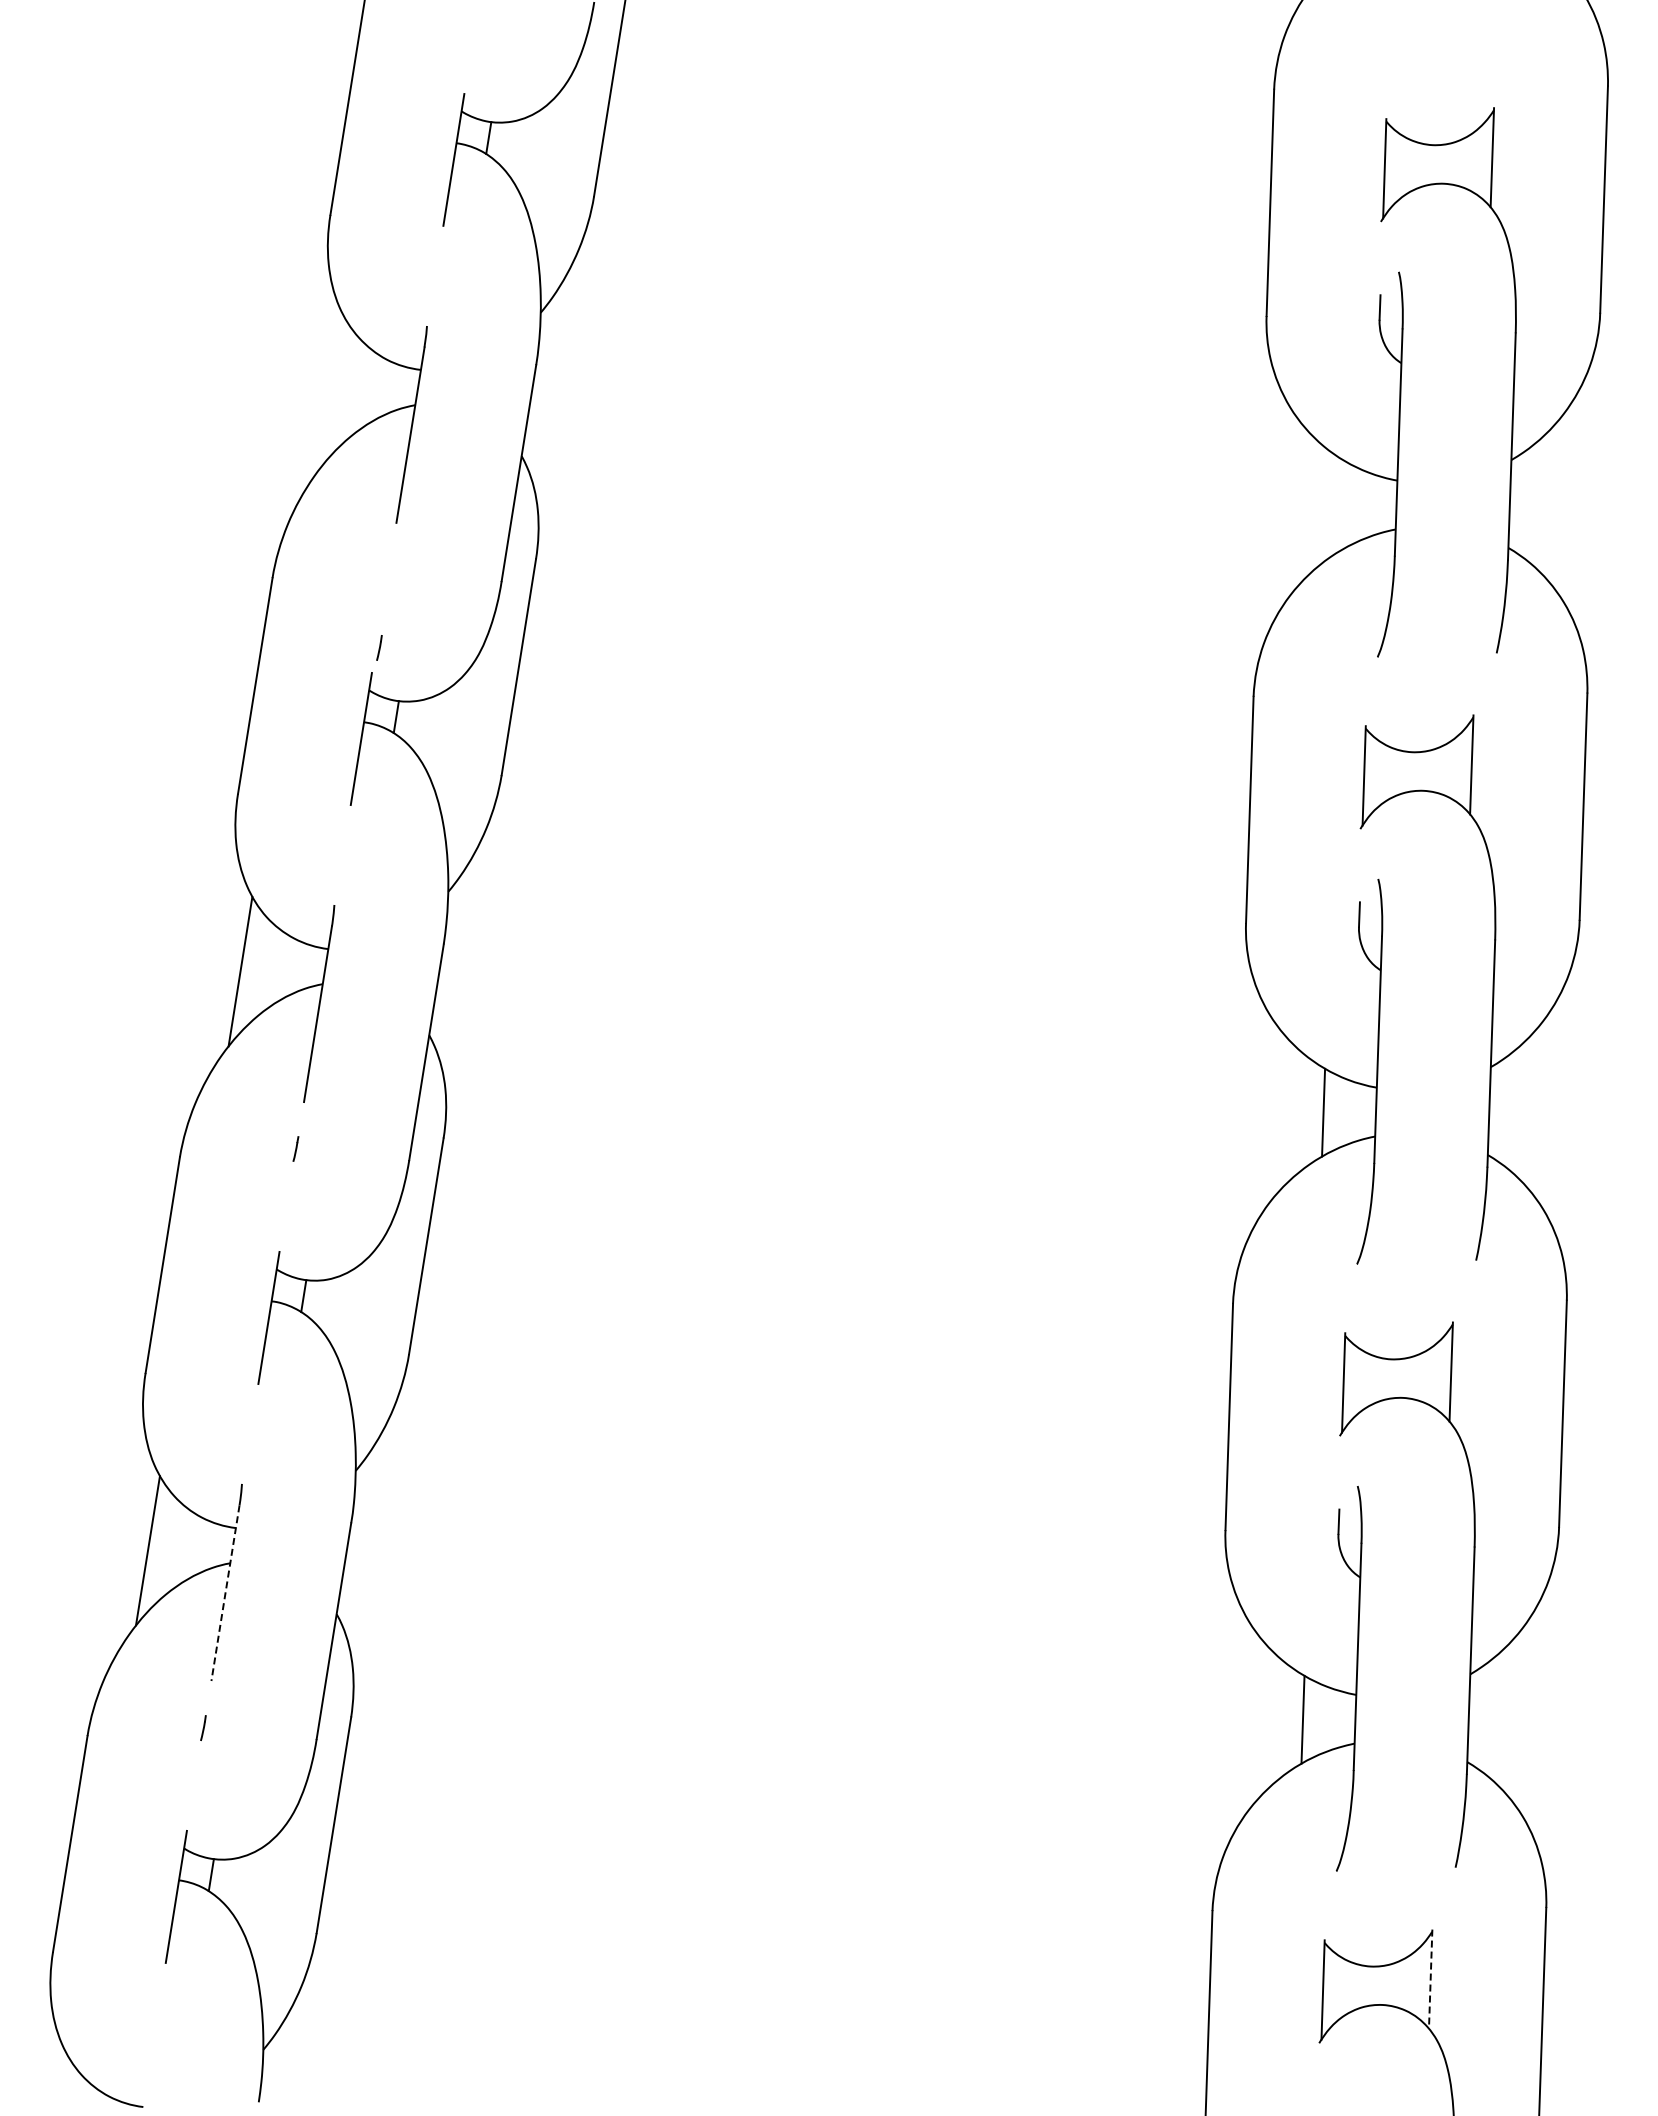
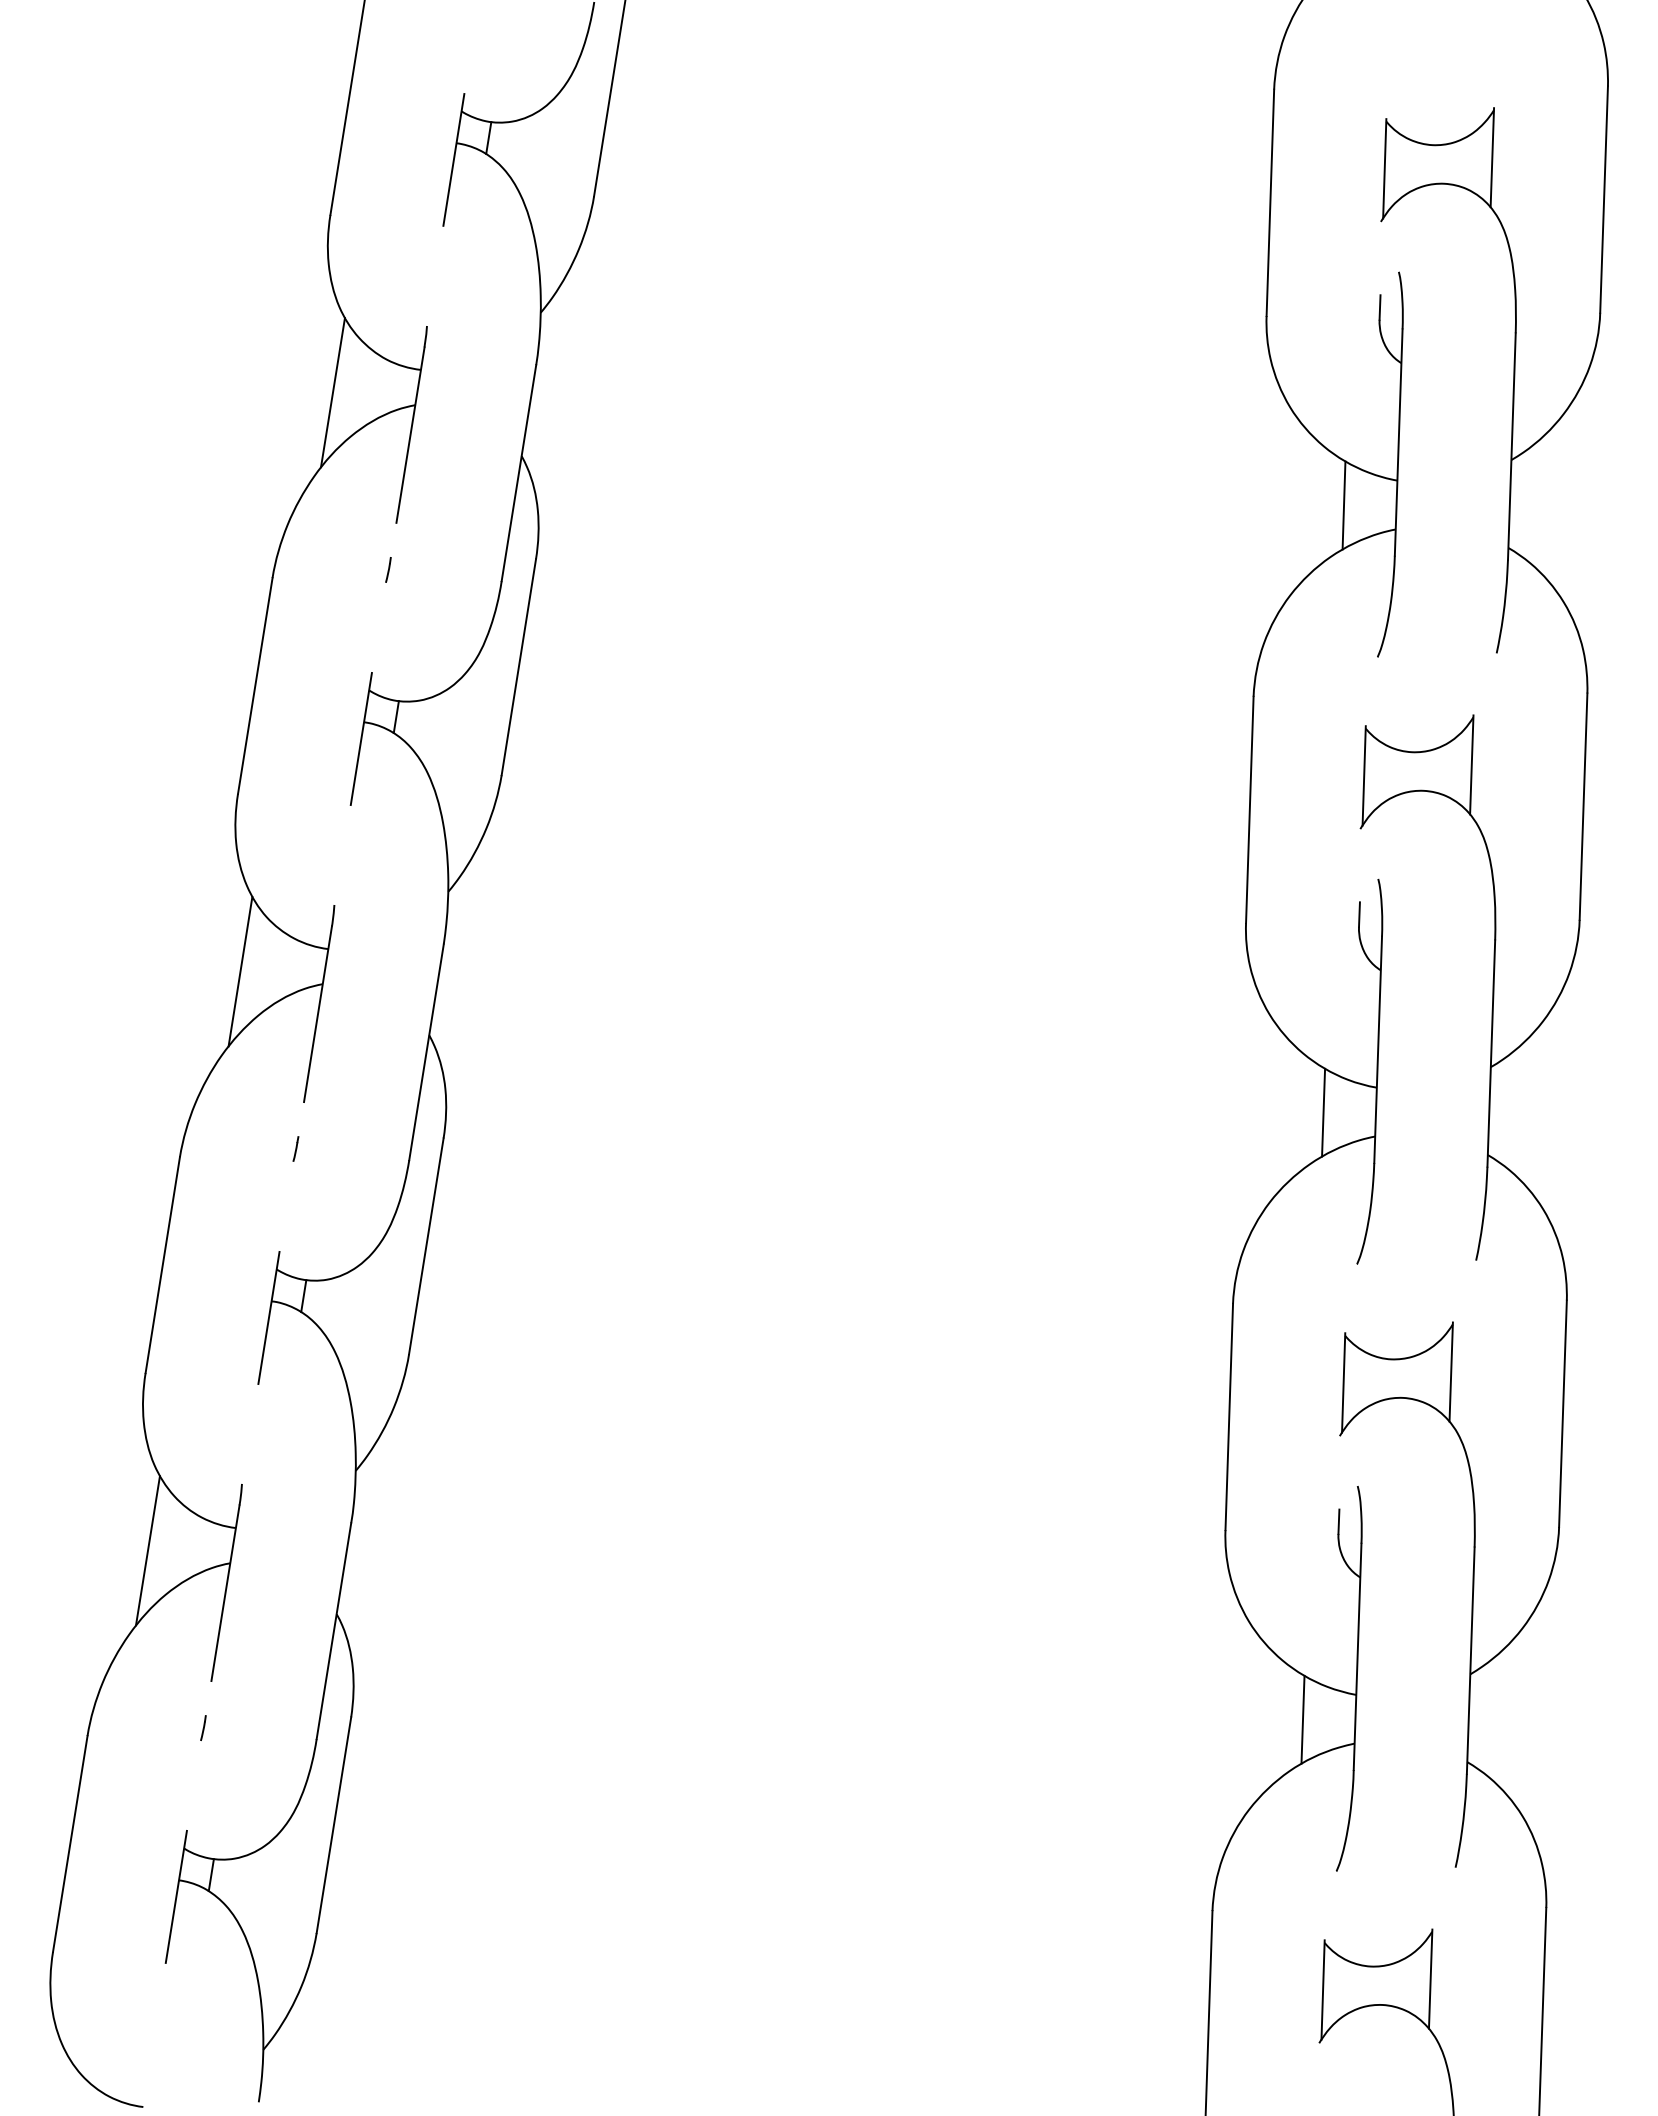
line at (332, 392): none -> present
line at (1343, 505): none -> present
line at (379, 647) position: (379, 647) -> (388, 569)
line at (225, 1593): dashed -> solid
line at (1430, 1979): dashed -> solid
